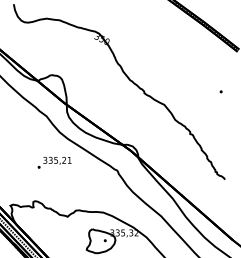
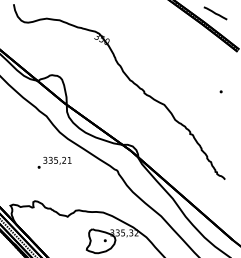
line at (215, 13): none -> present
